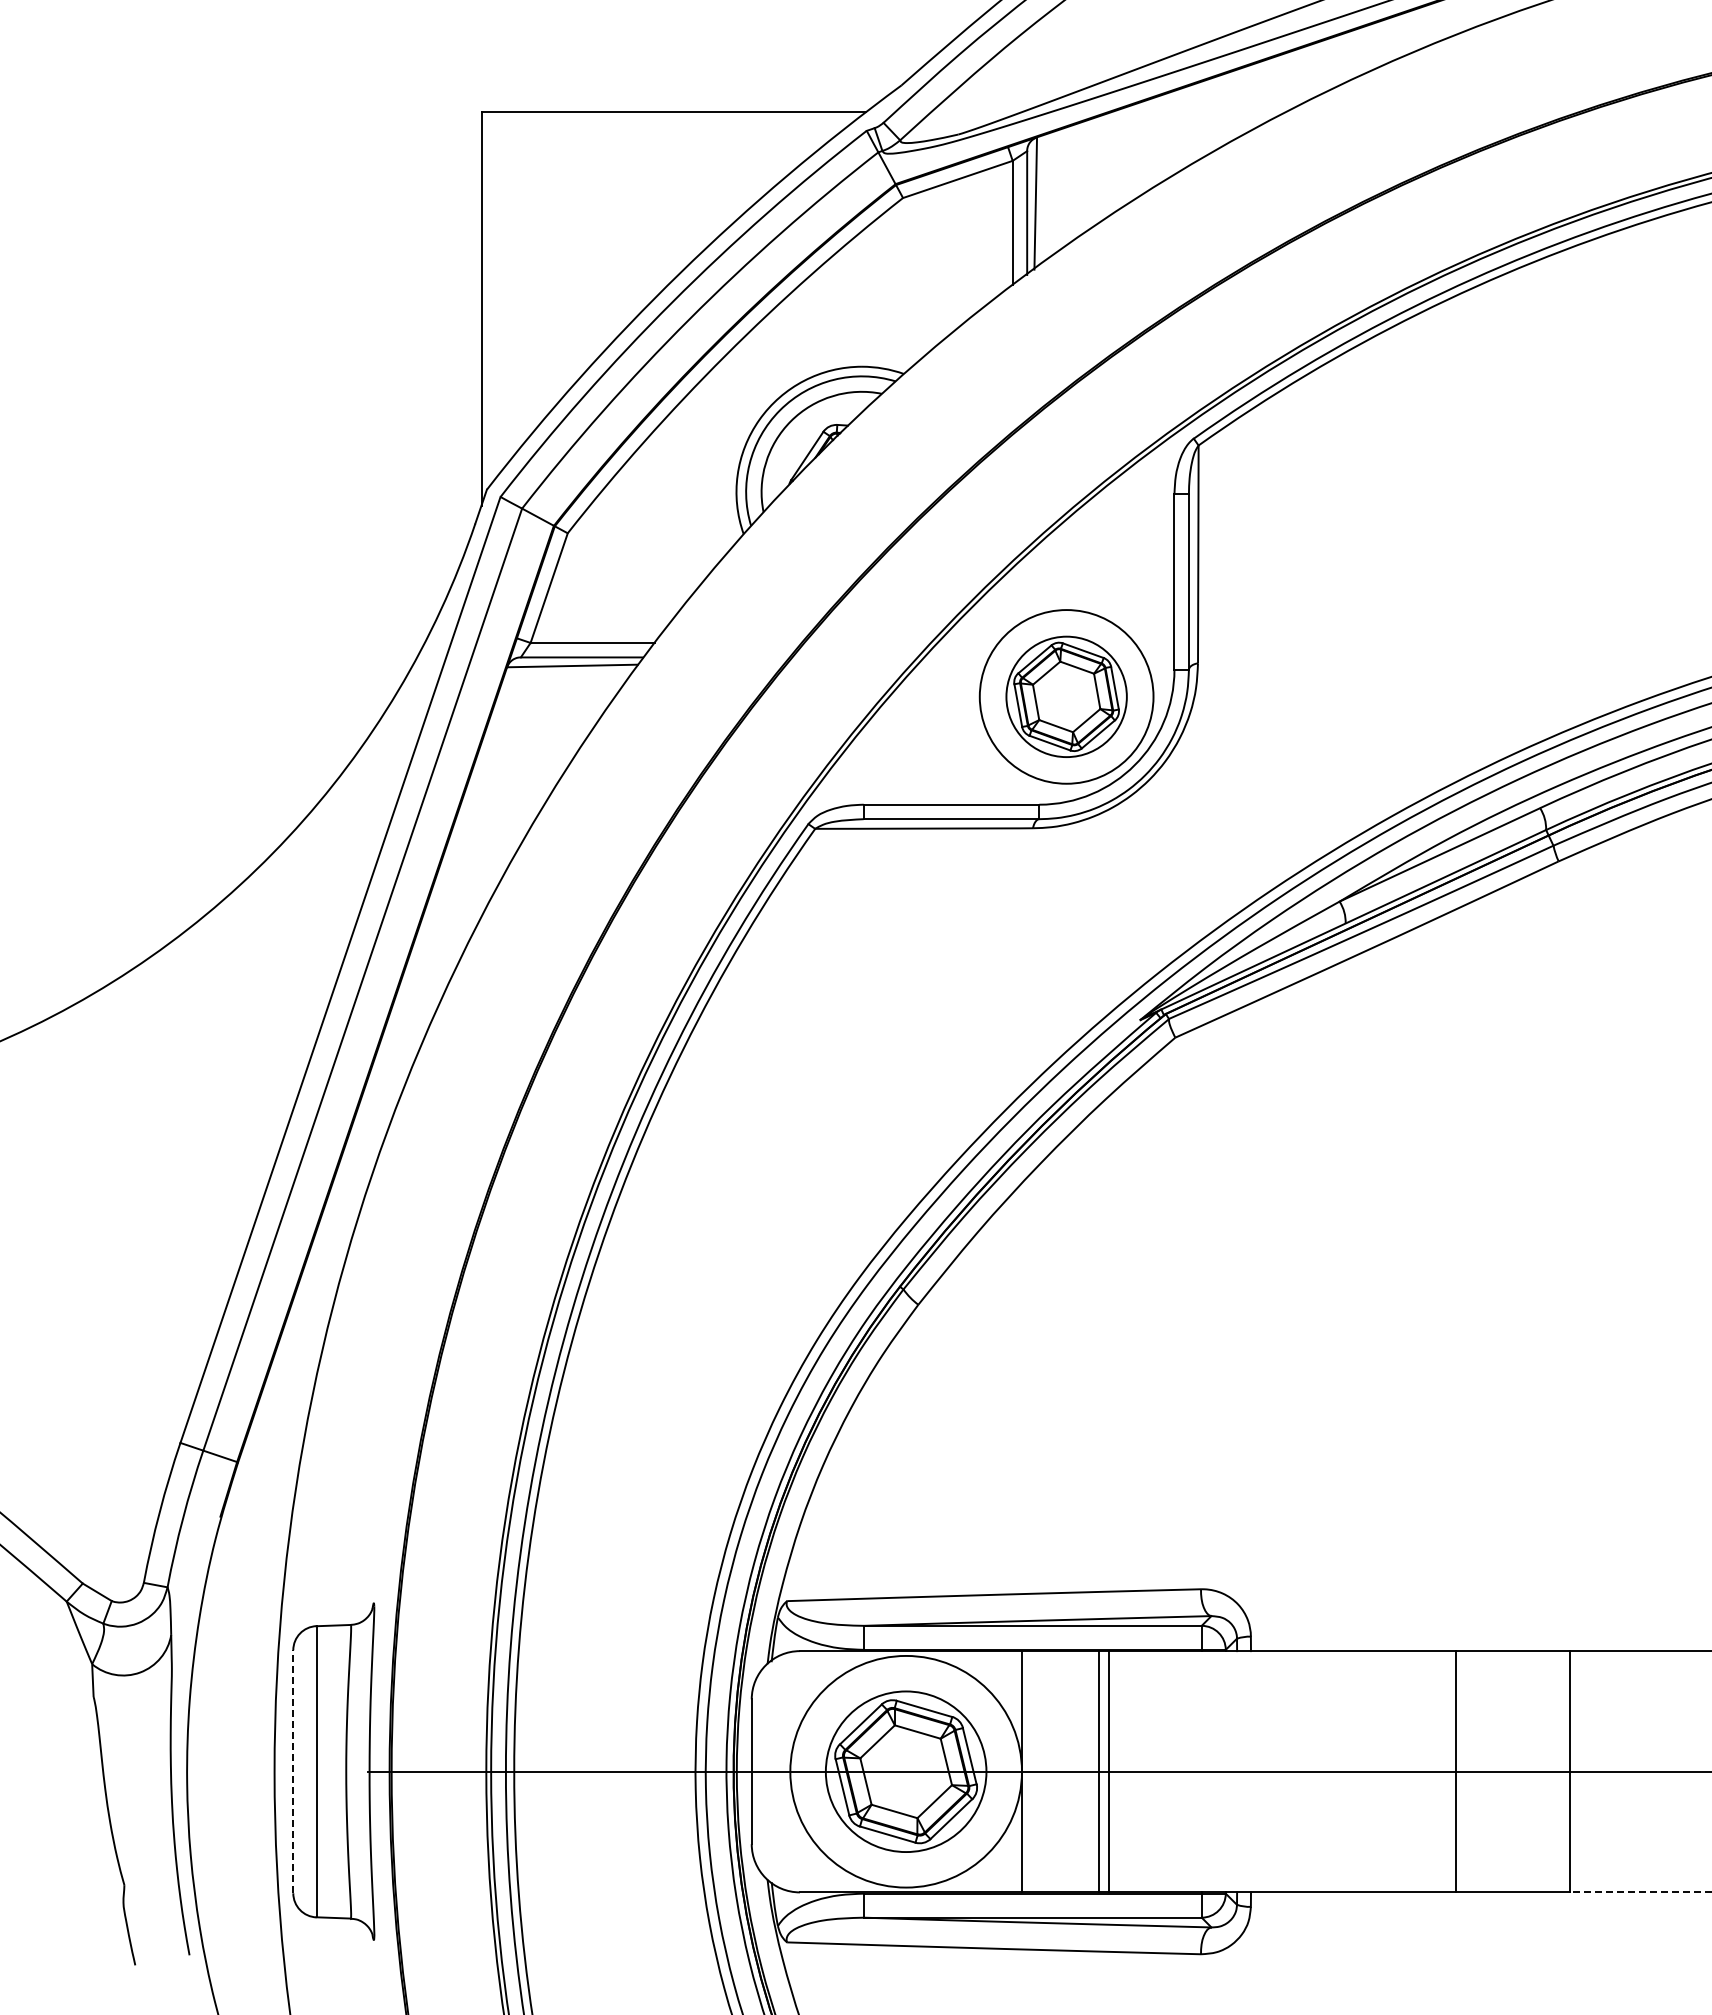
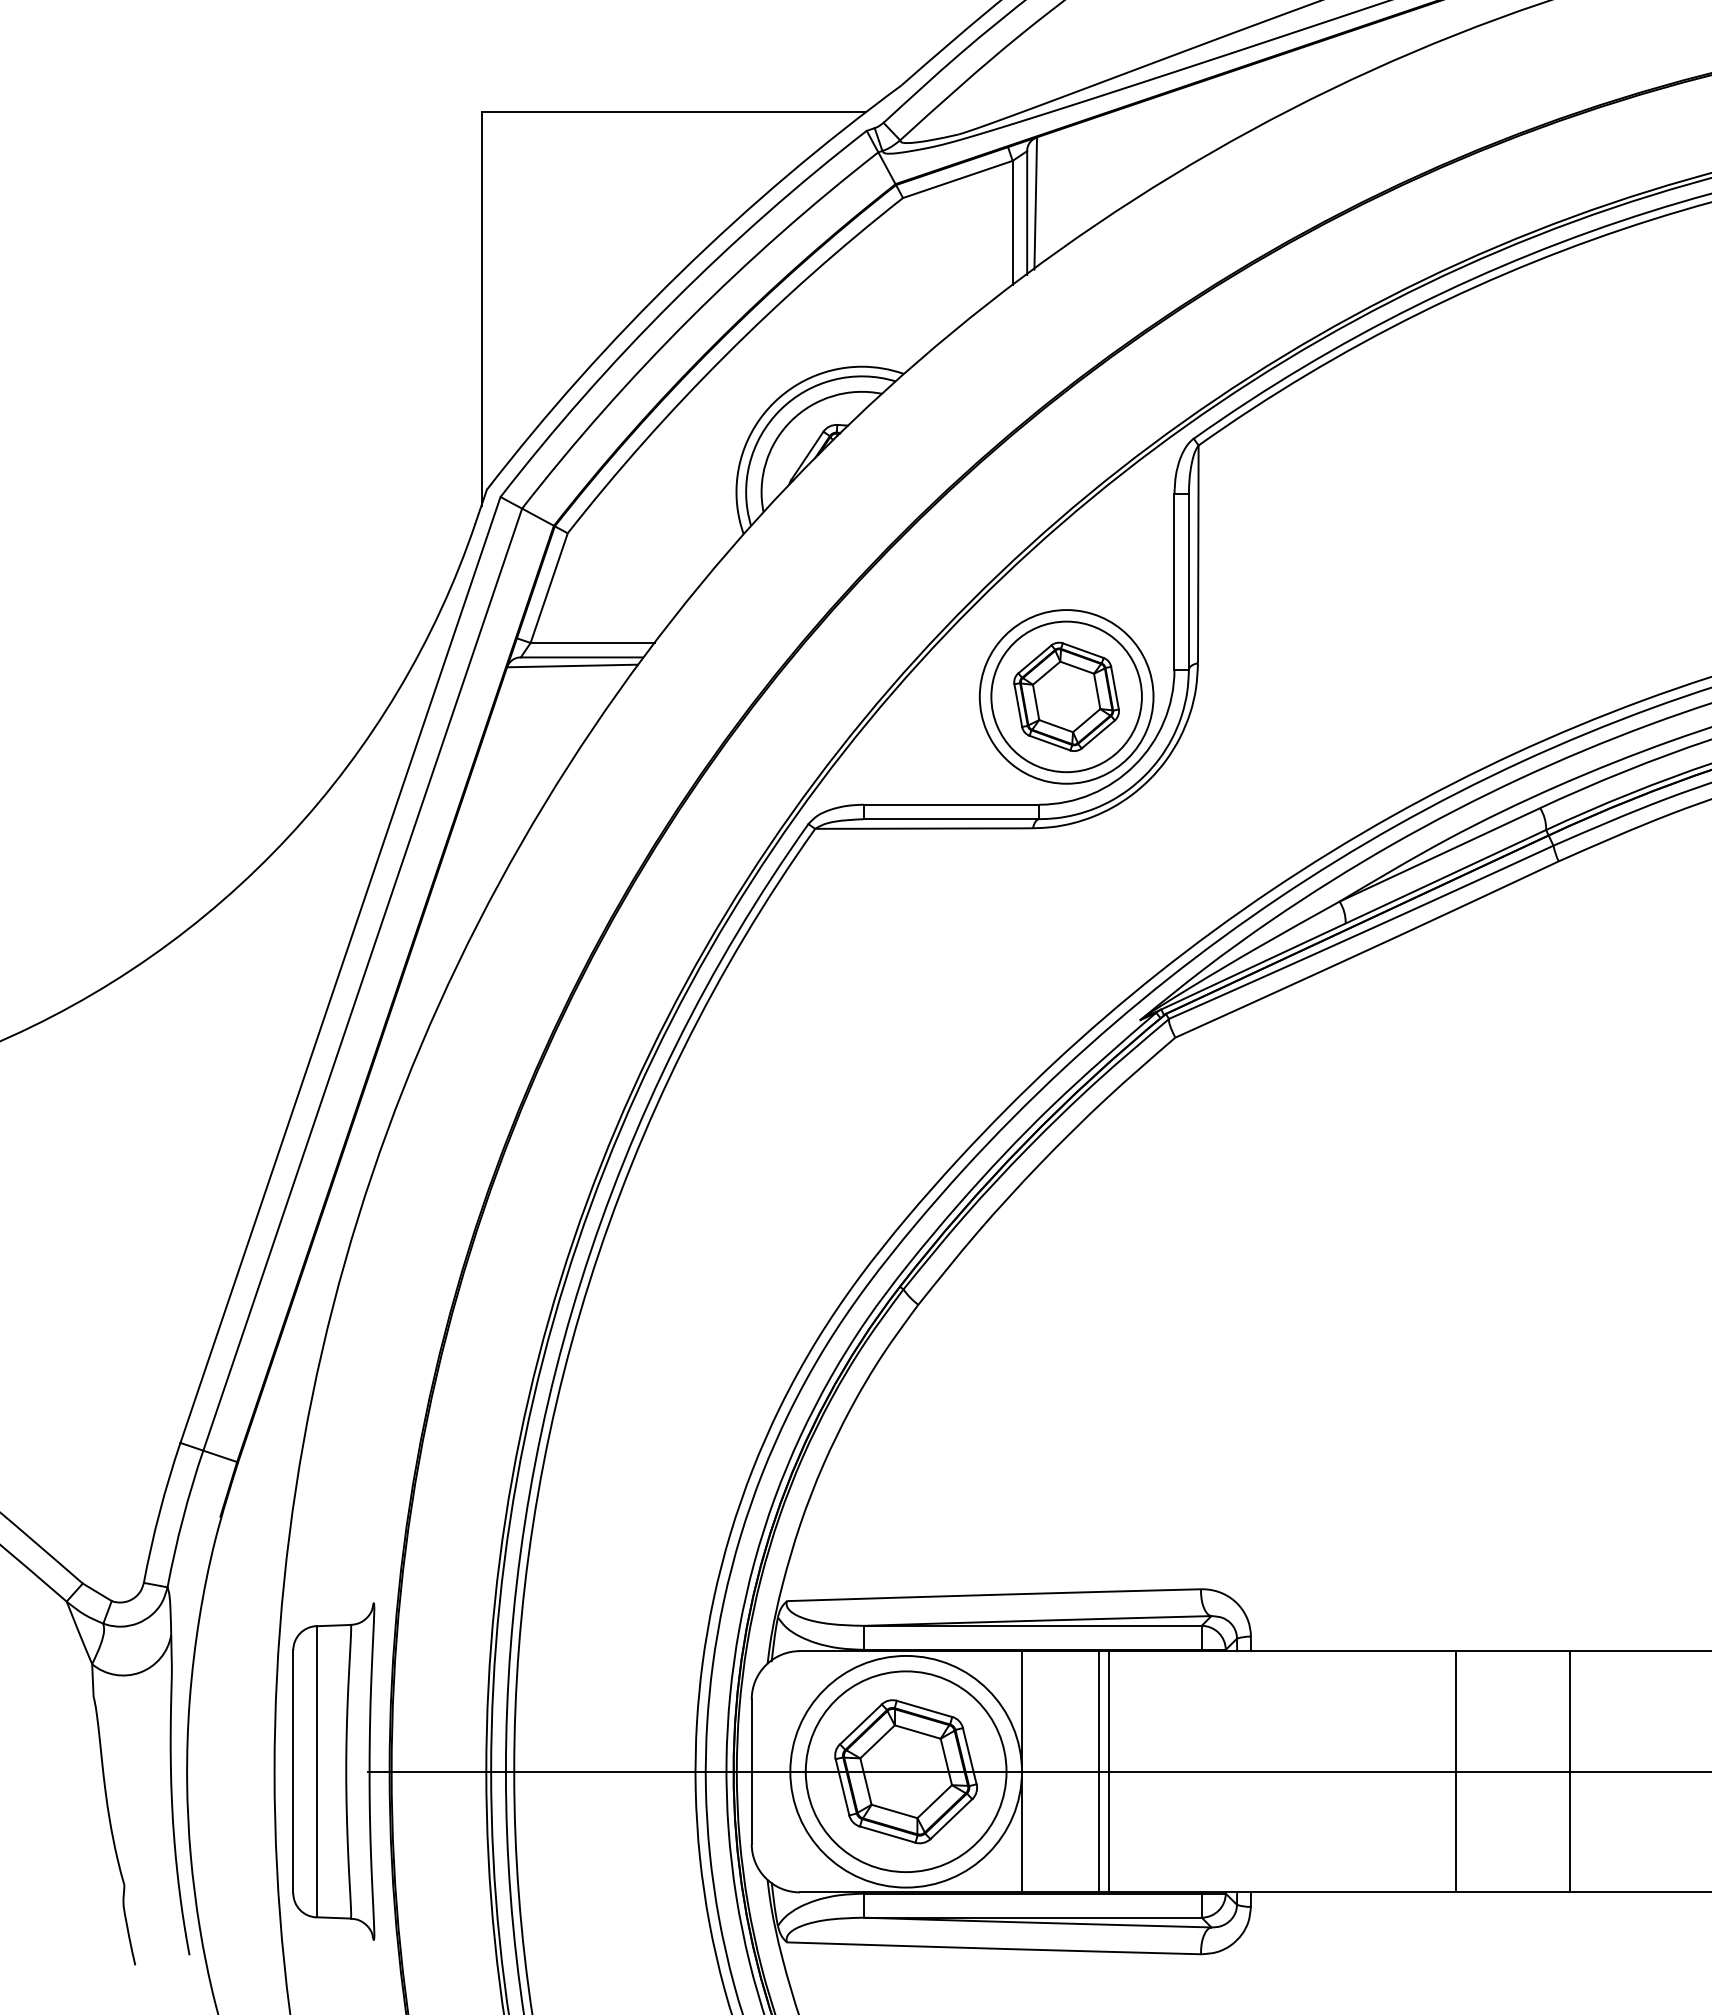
circle at (1066, 696) diameter: 120 px -> 151 px
line at (293, 1771): dashed -> solid
circle at (905, 1771) diameter: 161 px -> 201 px
line at (1640, 1892): dashed -> solid
